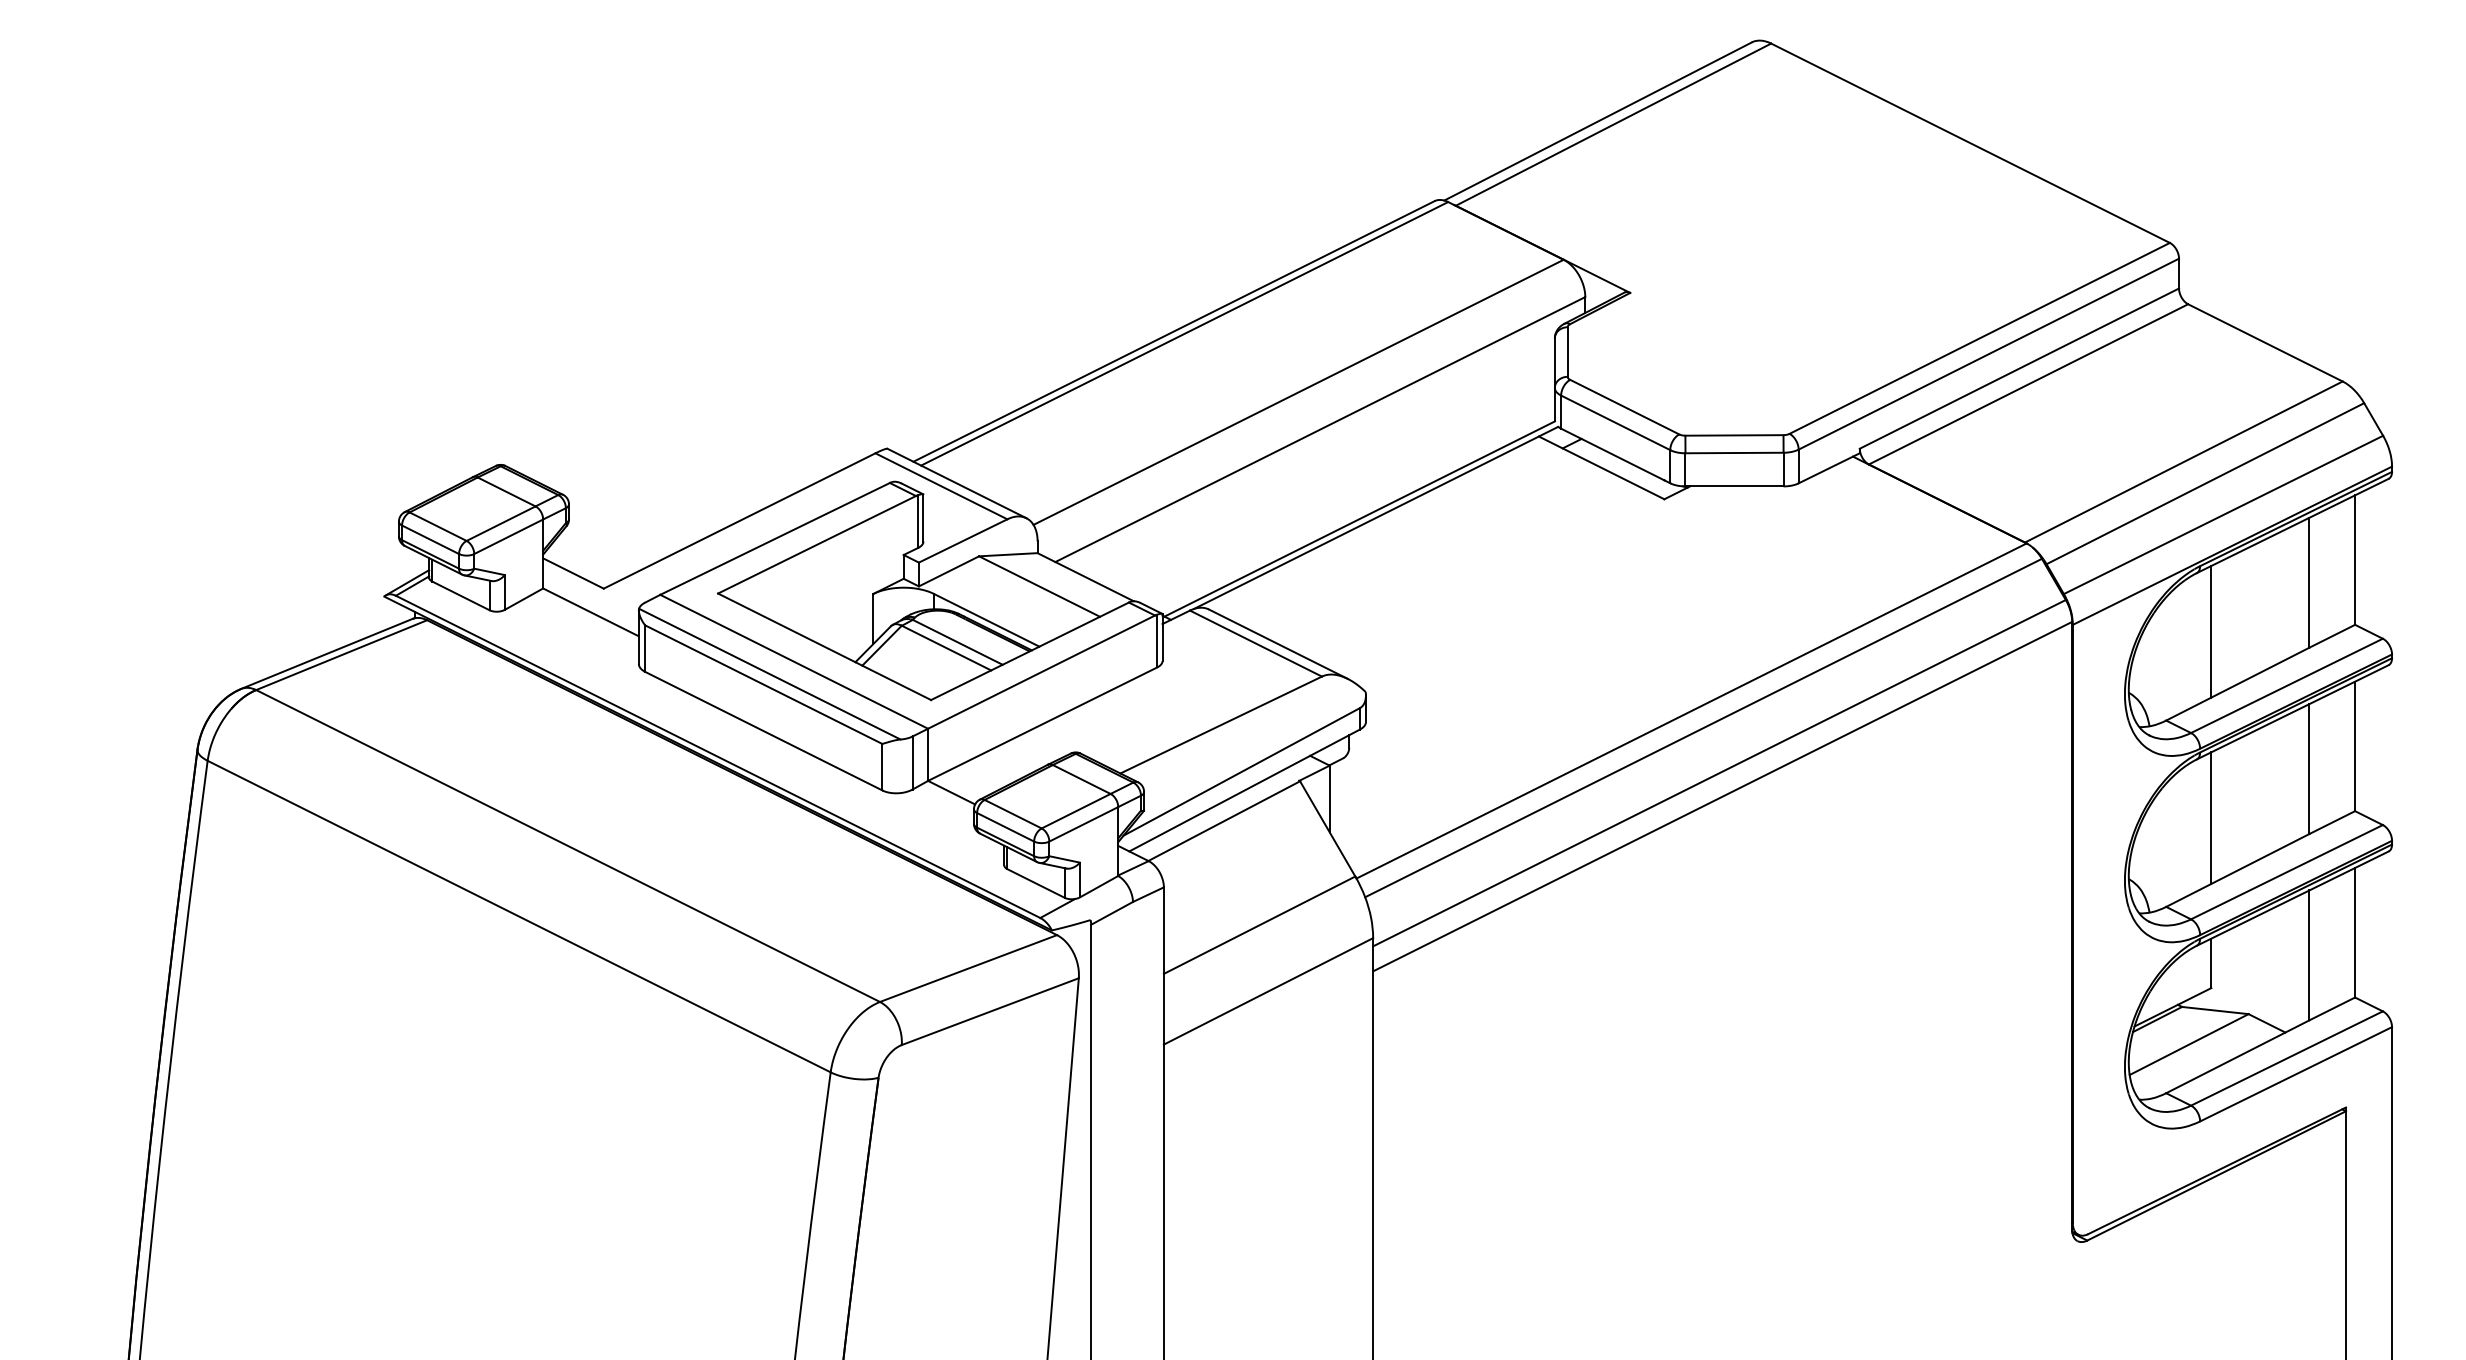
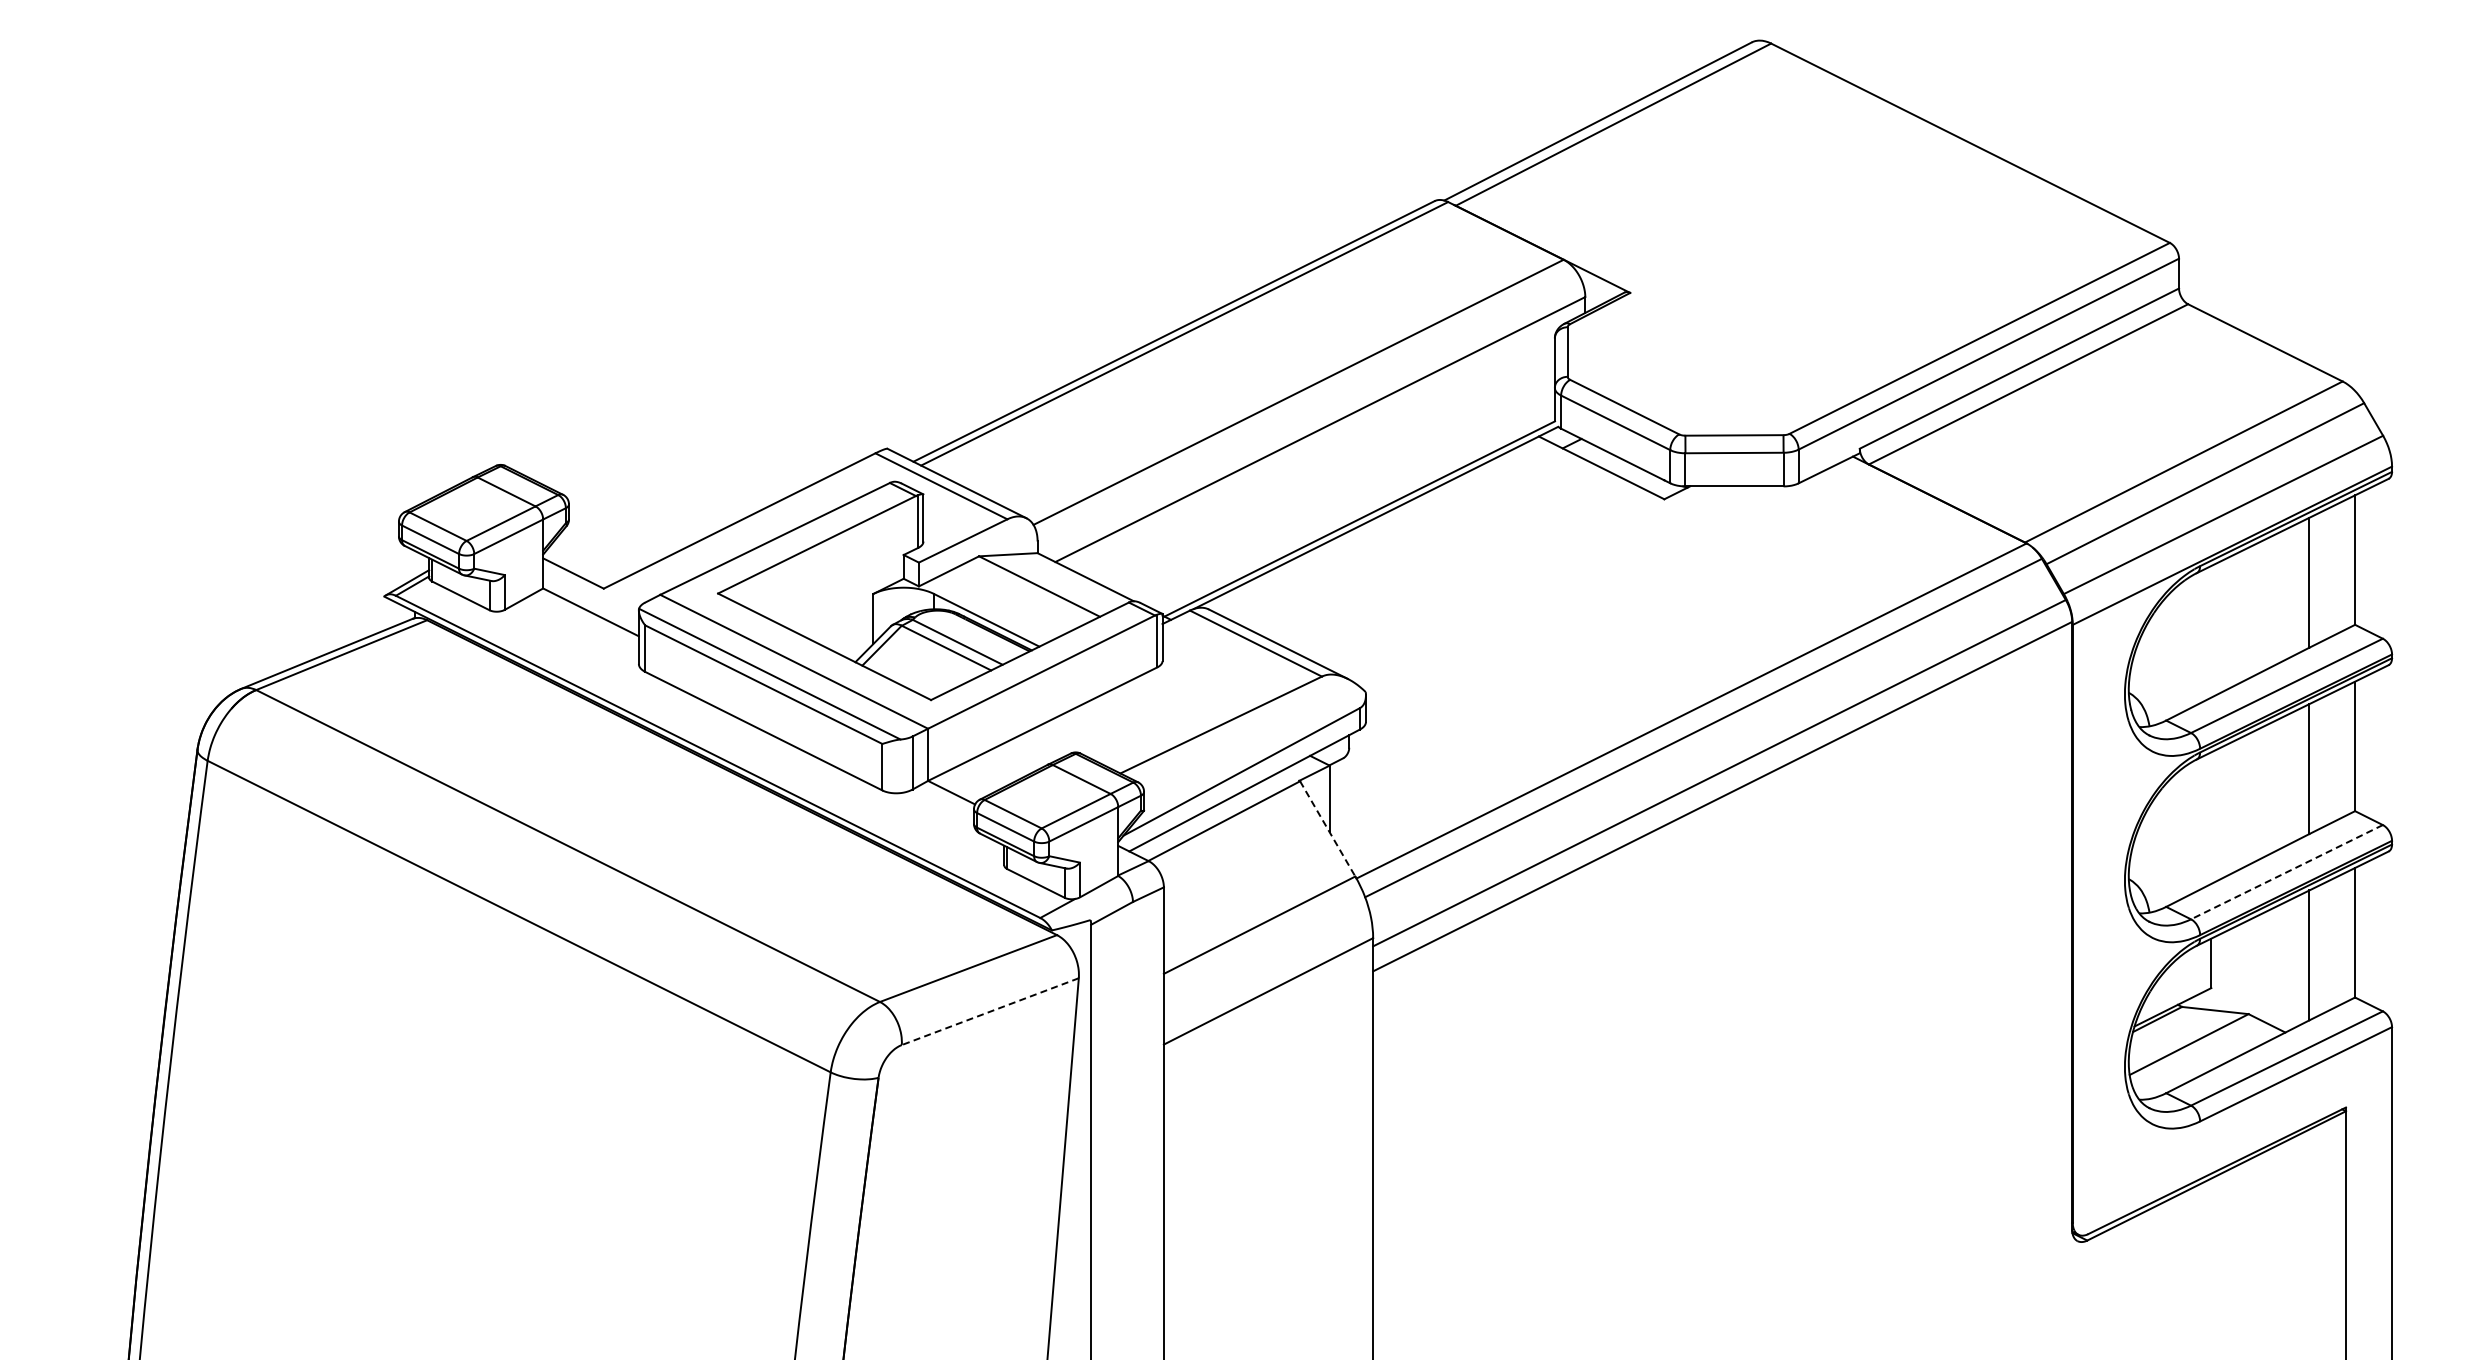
line at (2211, 631): present -> none
line at (2211, 817): present -> none
line at (1327, 829): solid -> dashed
line at (2286, 872): solid -> dashed
line at (990, 1011): solid -> dashed
